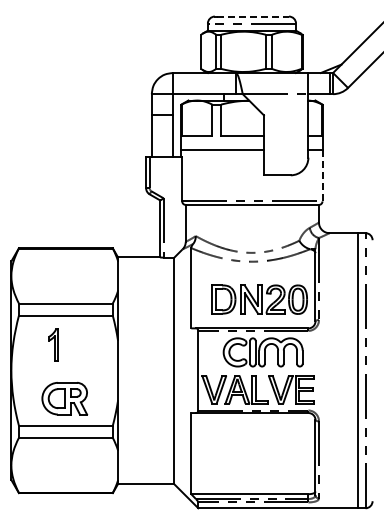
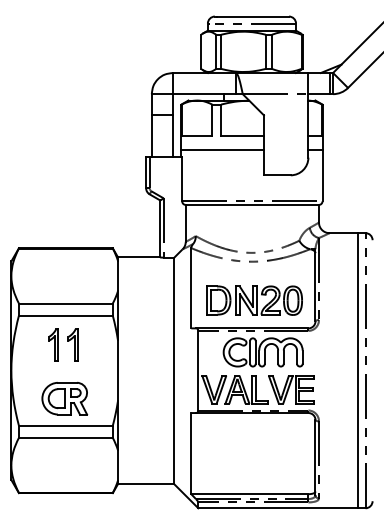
line at (253, 16): dashed -> solid
line at (322, 175): dashed -> solid
part at (259, 299) position: (259, 299) -> (254, 300)
part at (72, 344): none -> present
